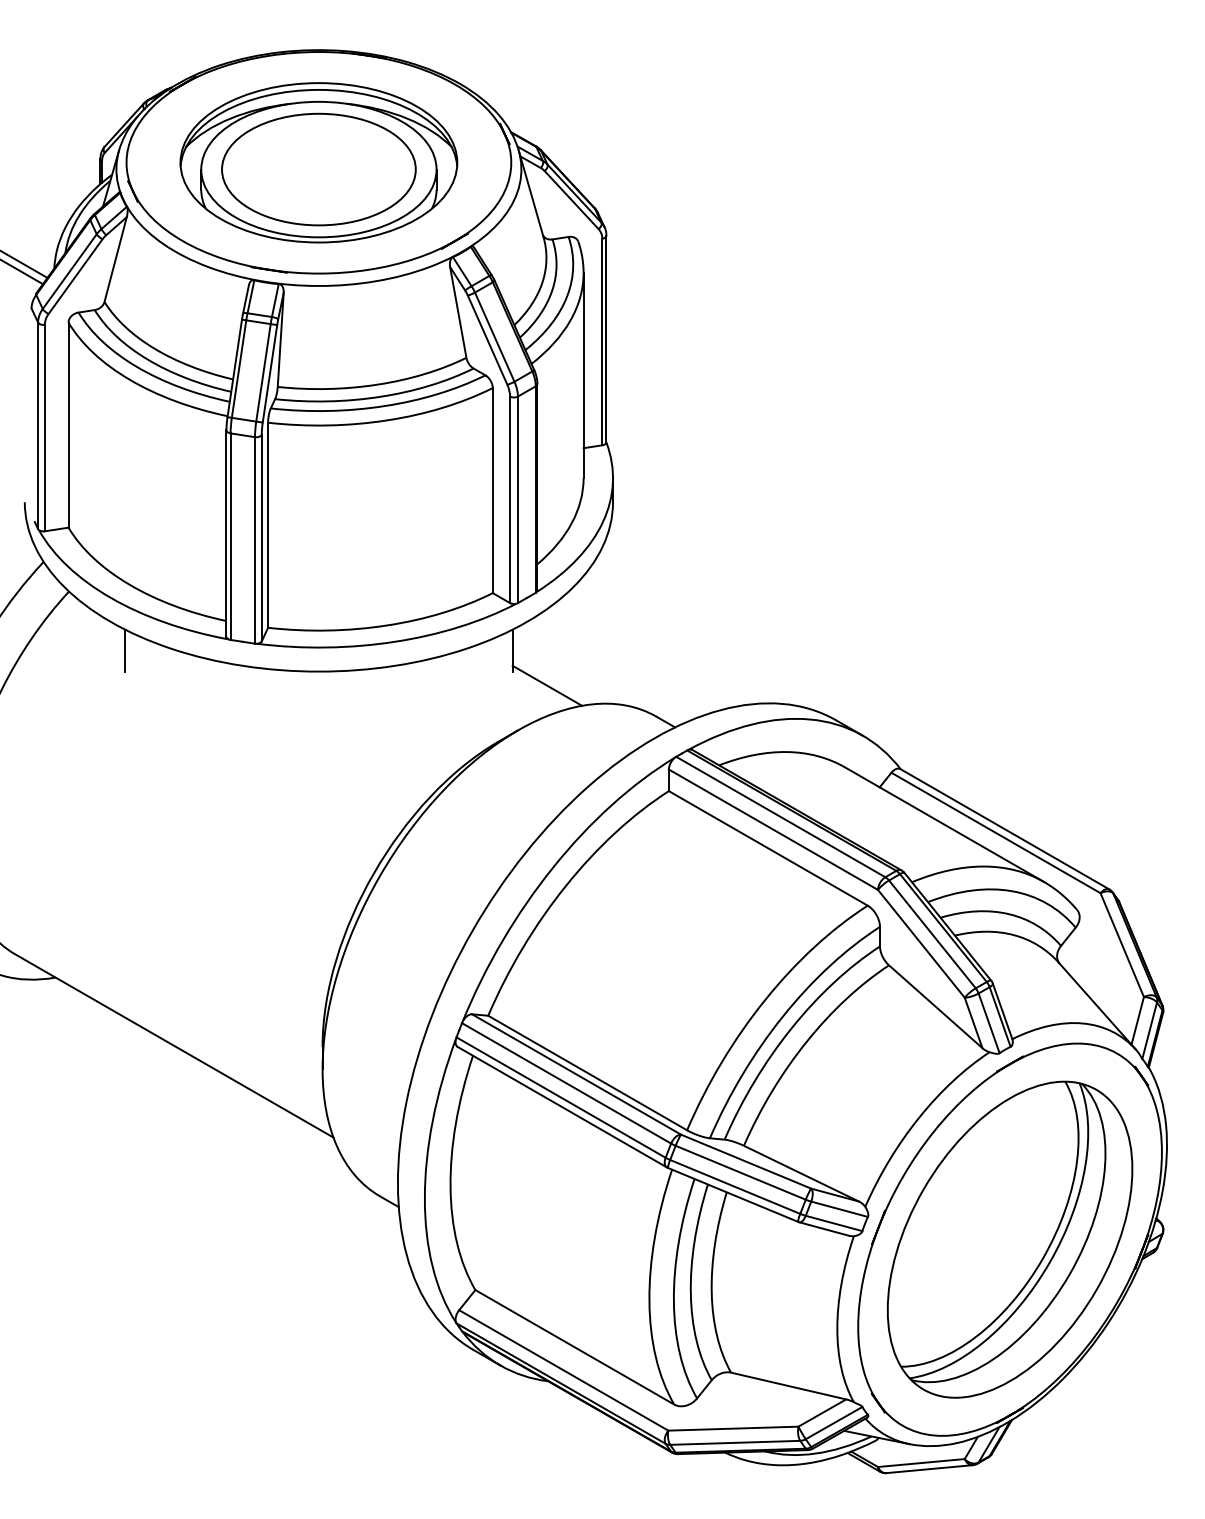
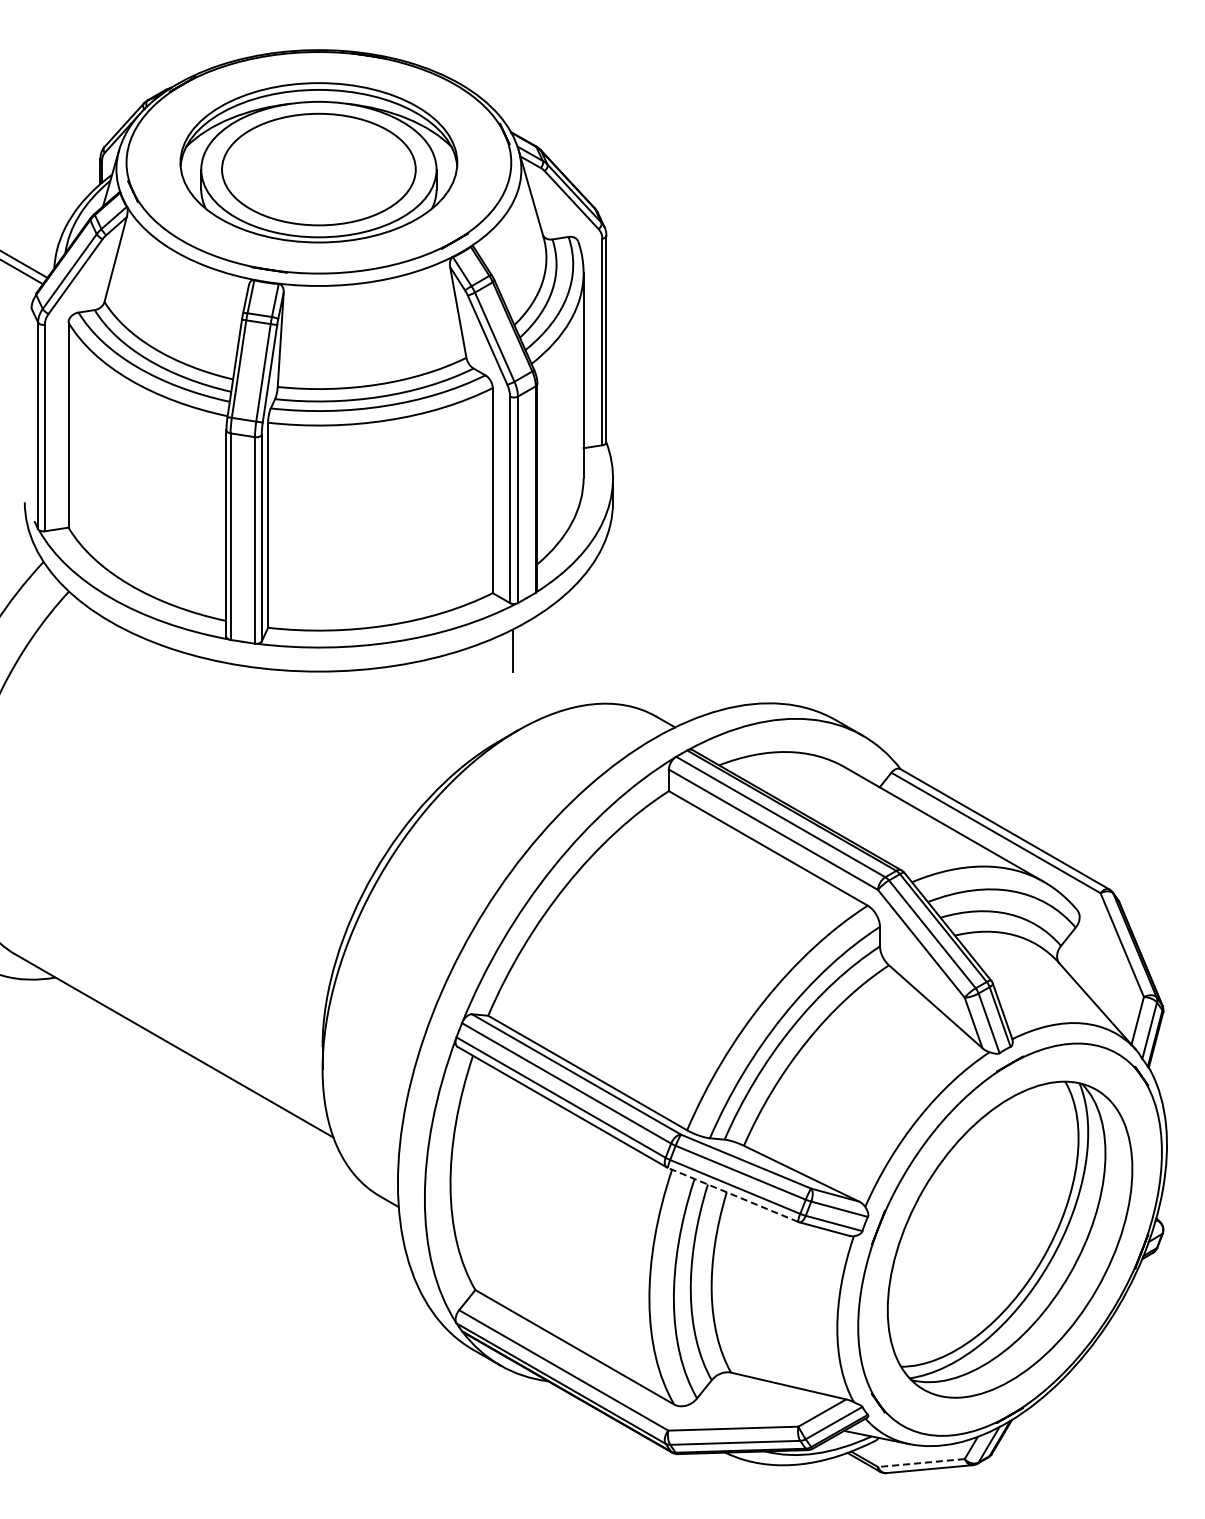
line at (125, 650): present -> none
line at (547, 685): present -> none
line at (732, 1194): solid -> dashed
line at (921, 1463): solid -> dashed
